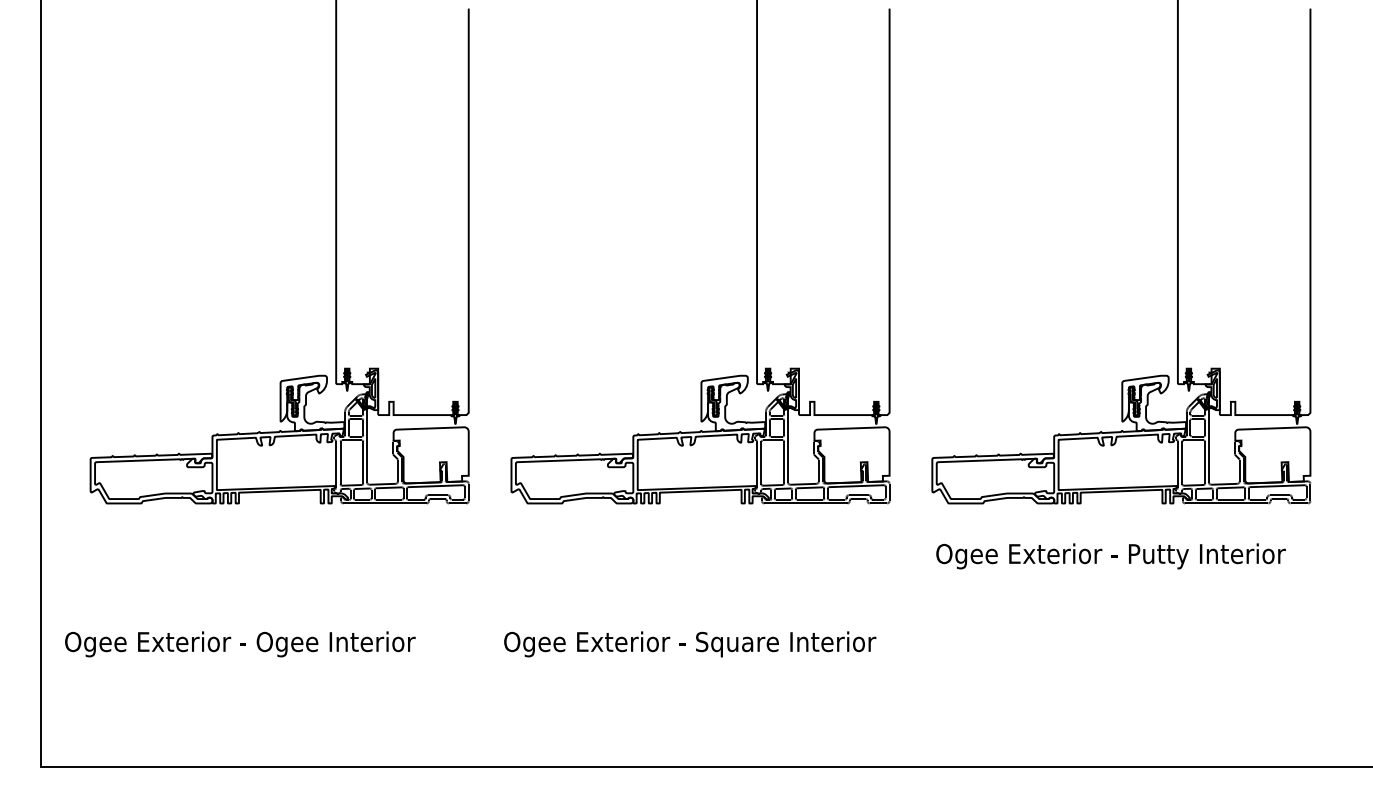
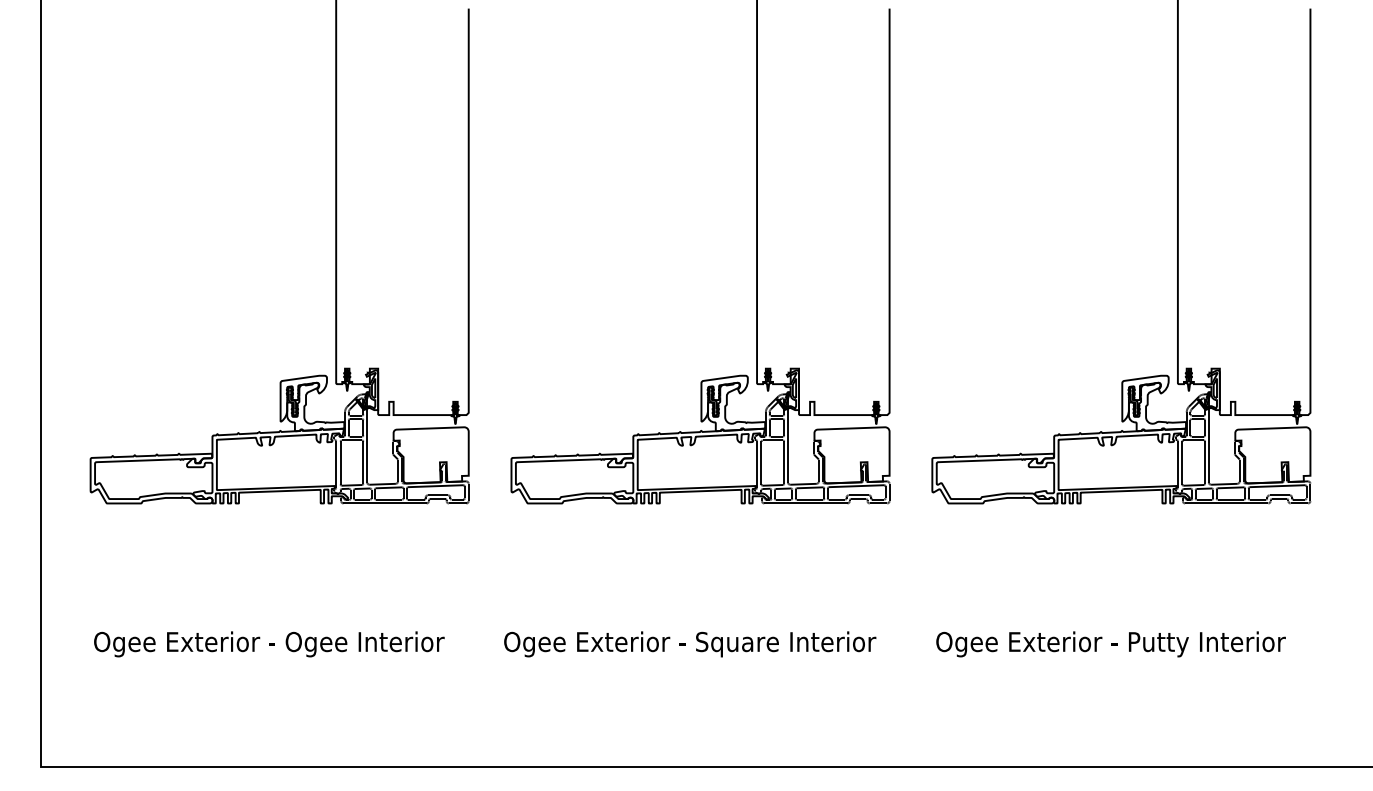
text at (1110, 556) position: (1110, 556) -> (1110, 644)
text at (240, 644) position: (240, 644) -> (269, 644)
